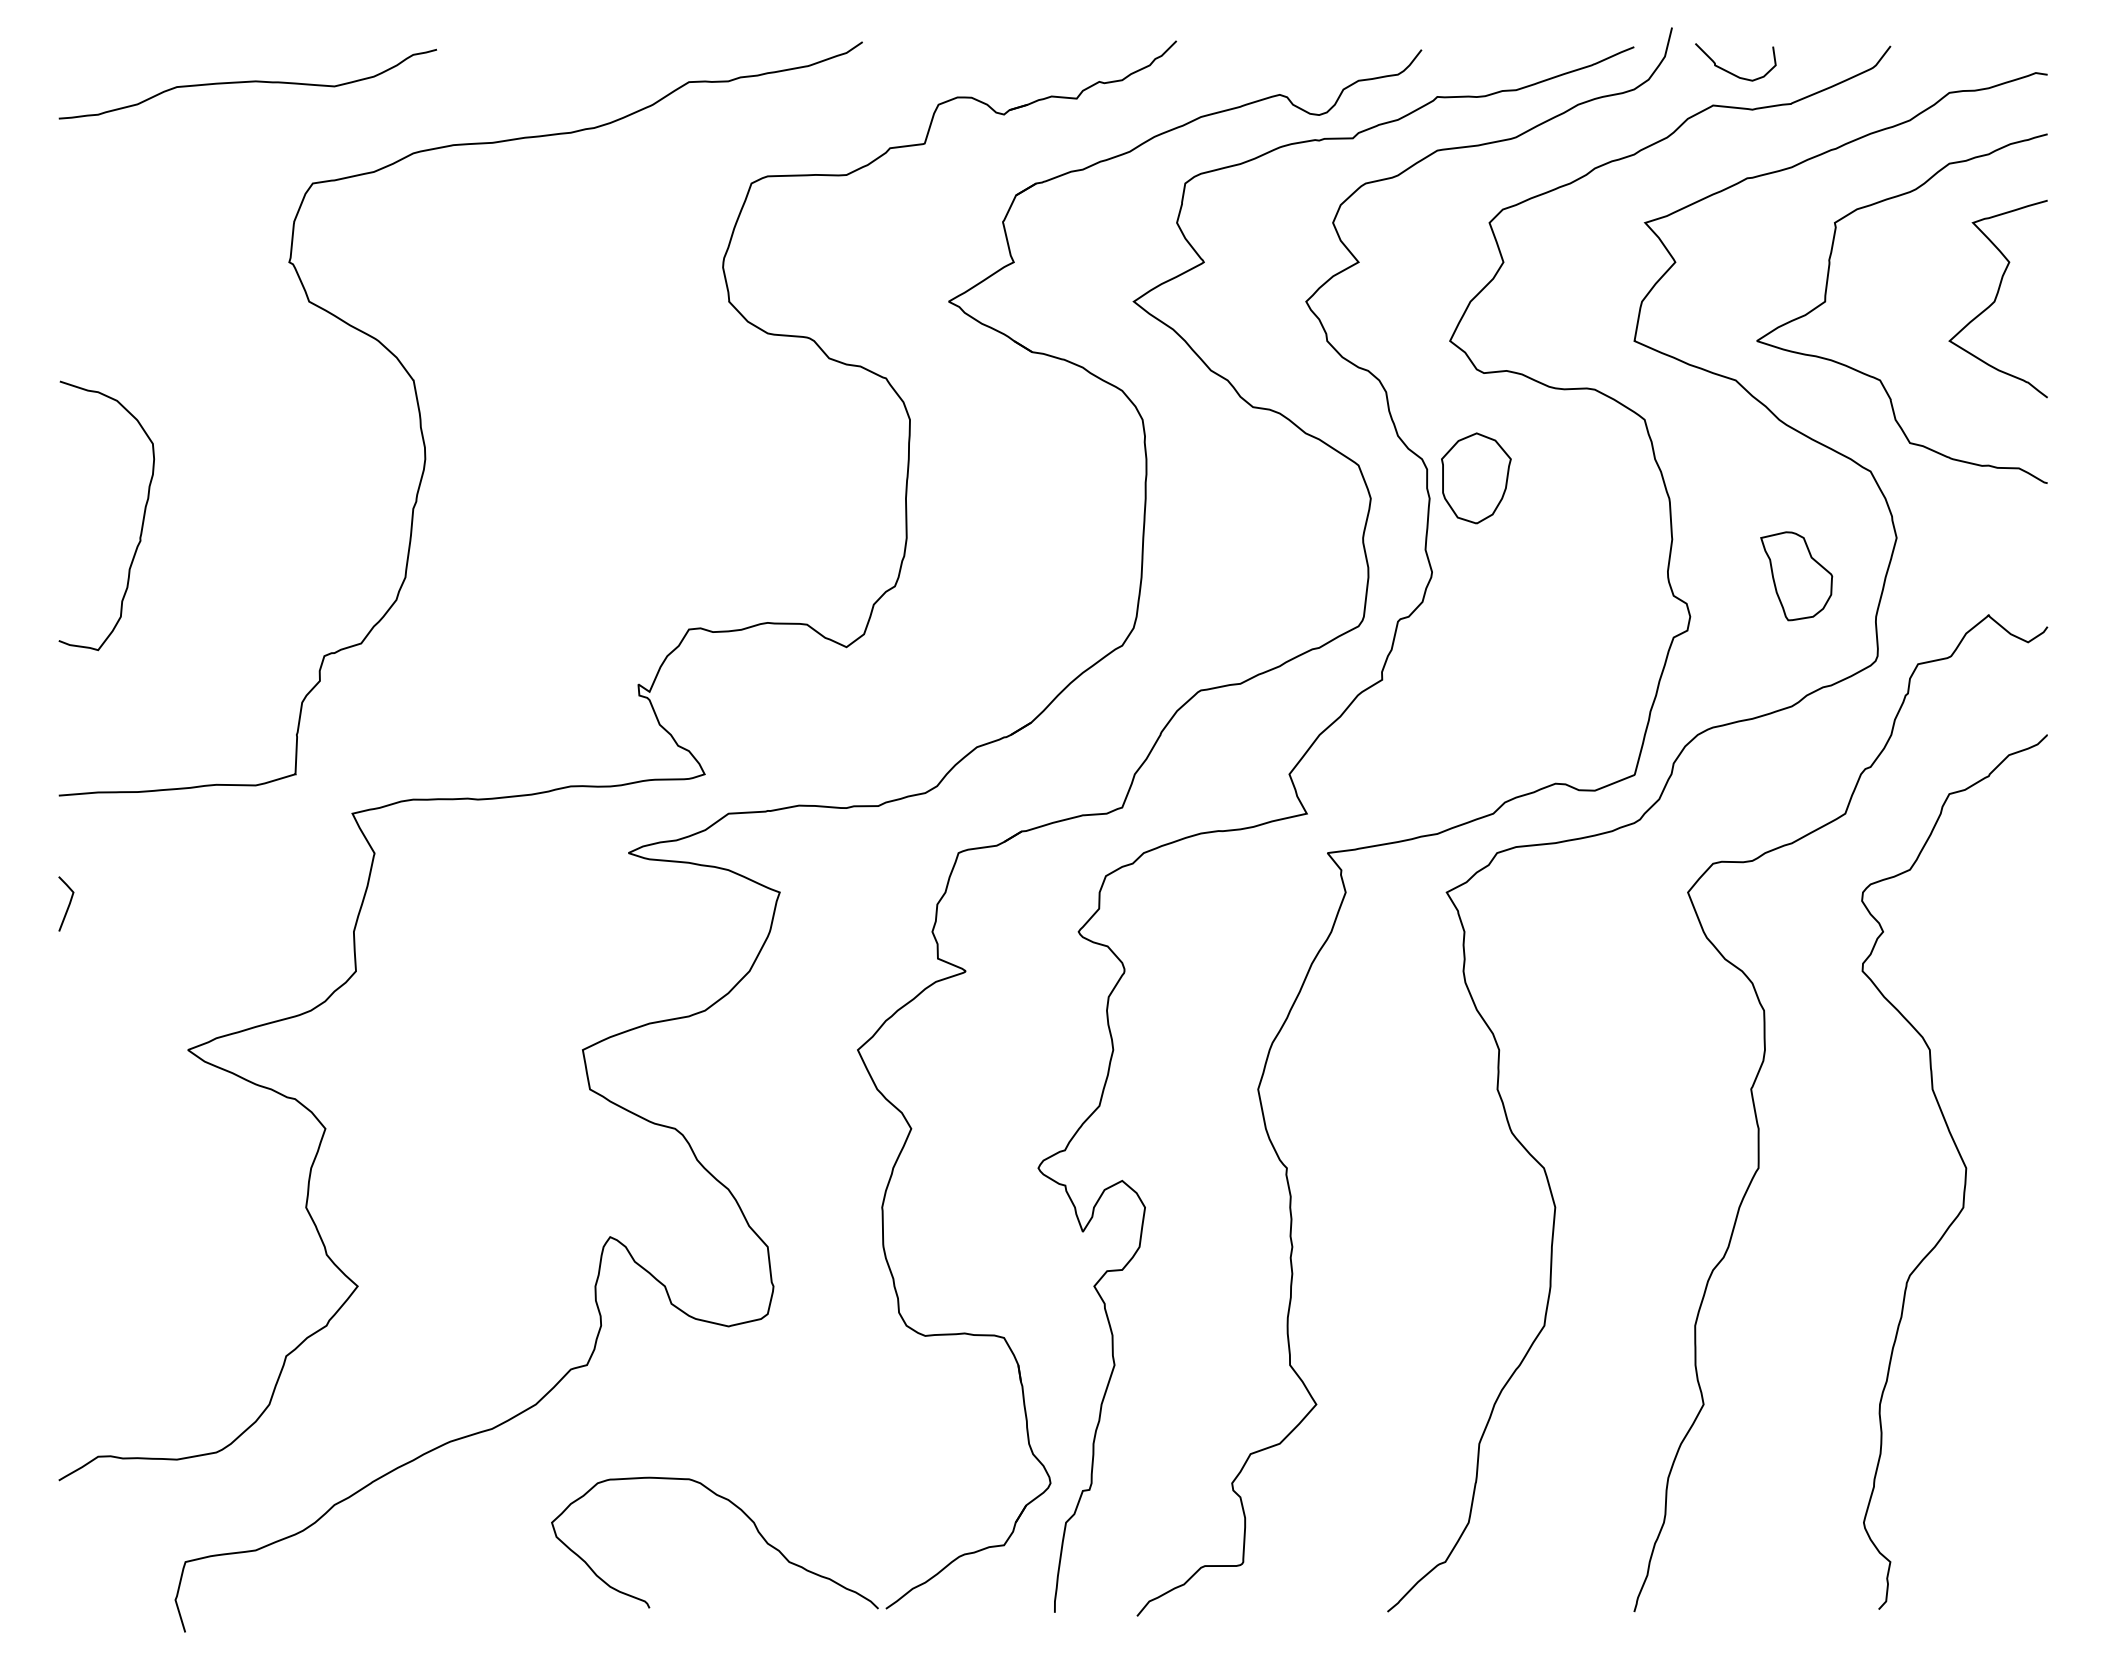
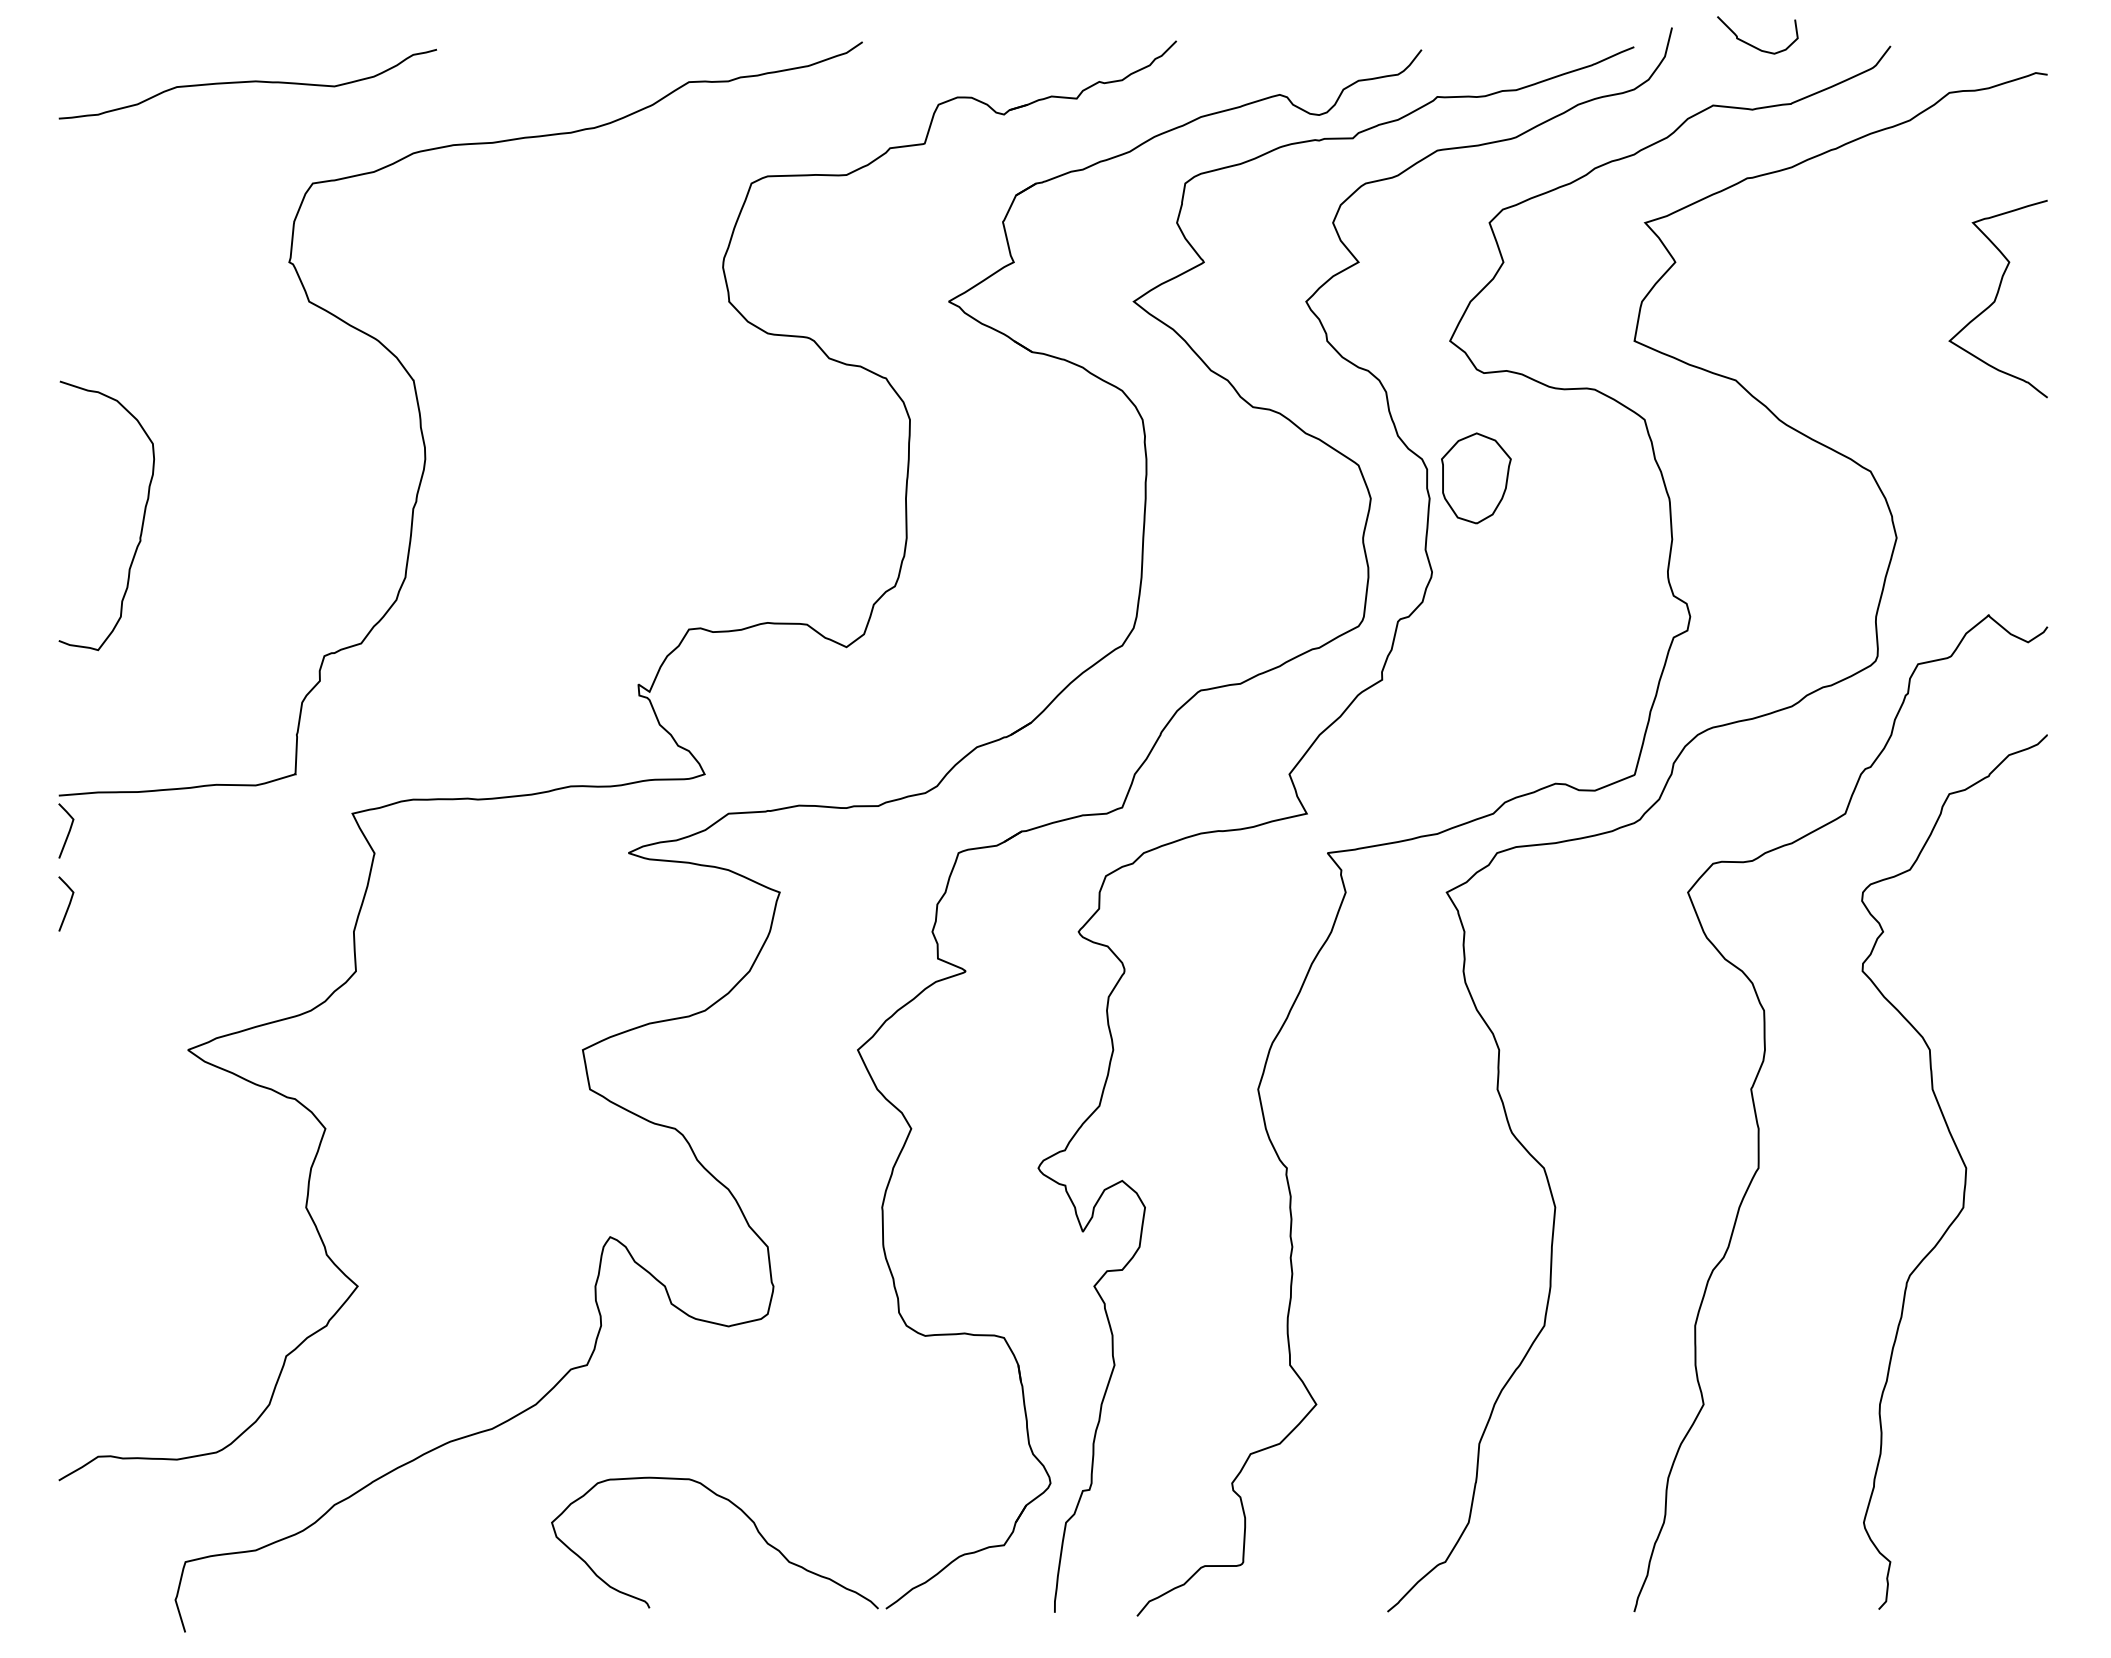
curve at (1731, 72) position: (1731, 72) -> (1753, 45)
curve at (1874, 376): present -> none
part at (1796, 576): present -> none
line at (68, 831): none -> present
